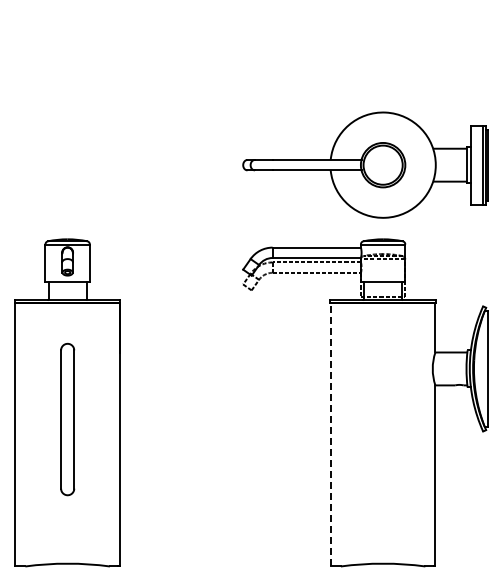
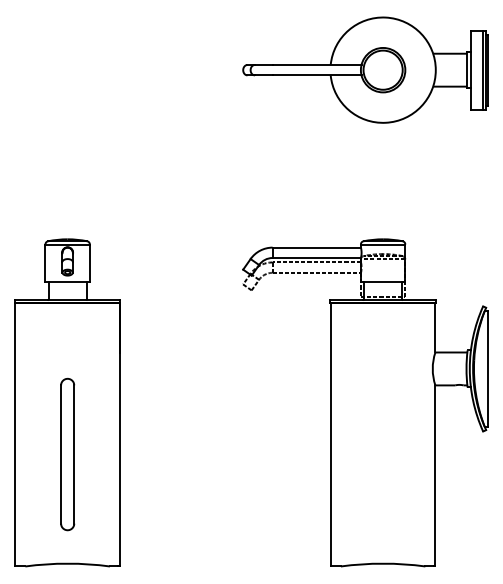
part at (365, 164) position: (365, 164) -> (365, 69)
part at (67, 419) position: (67, 419) -> (67, 454)
line at (330, 434): dashed -> solid
